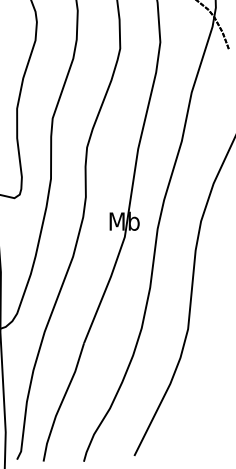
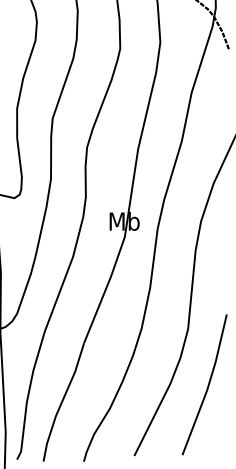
line at (207, 385): none -> present
